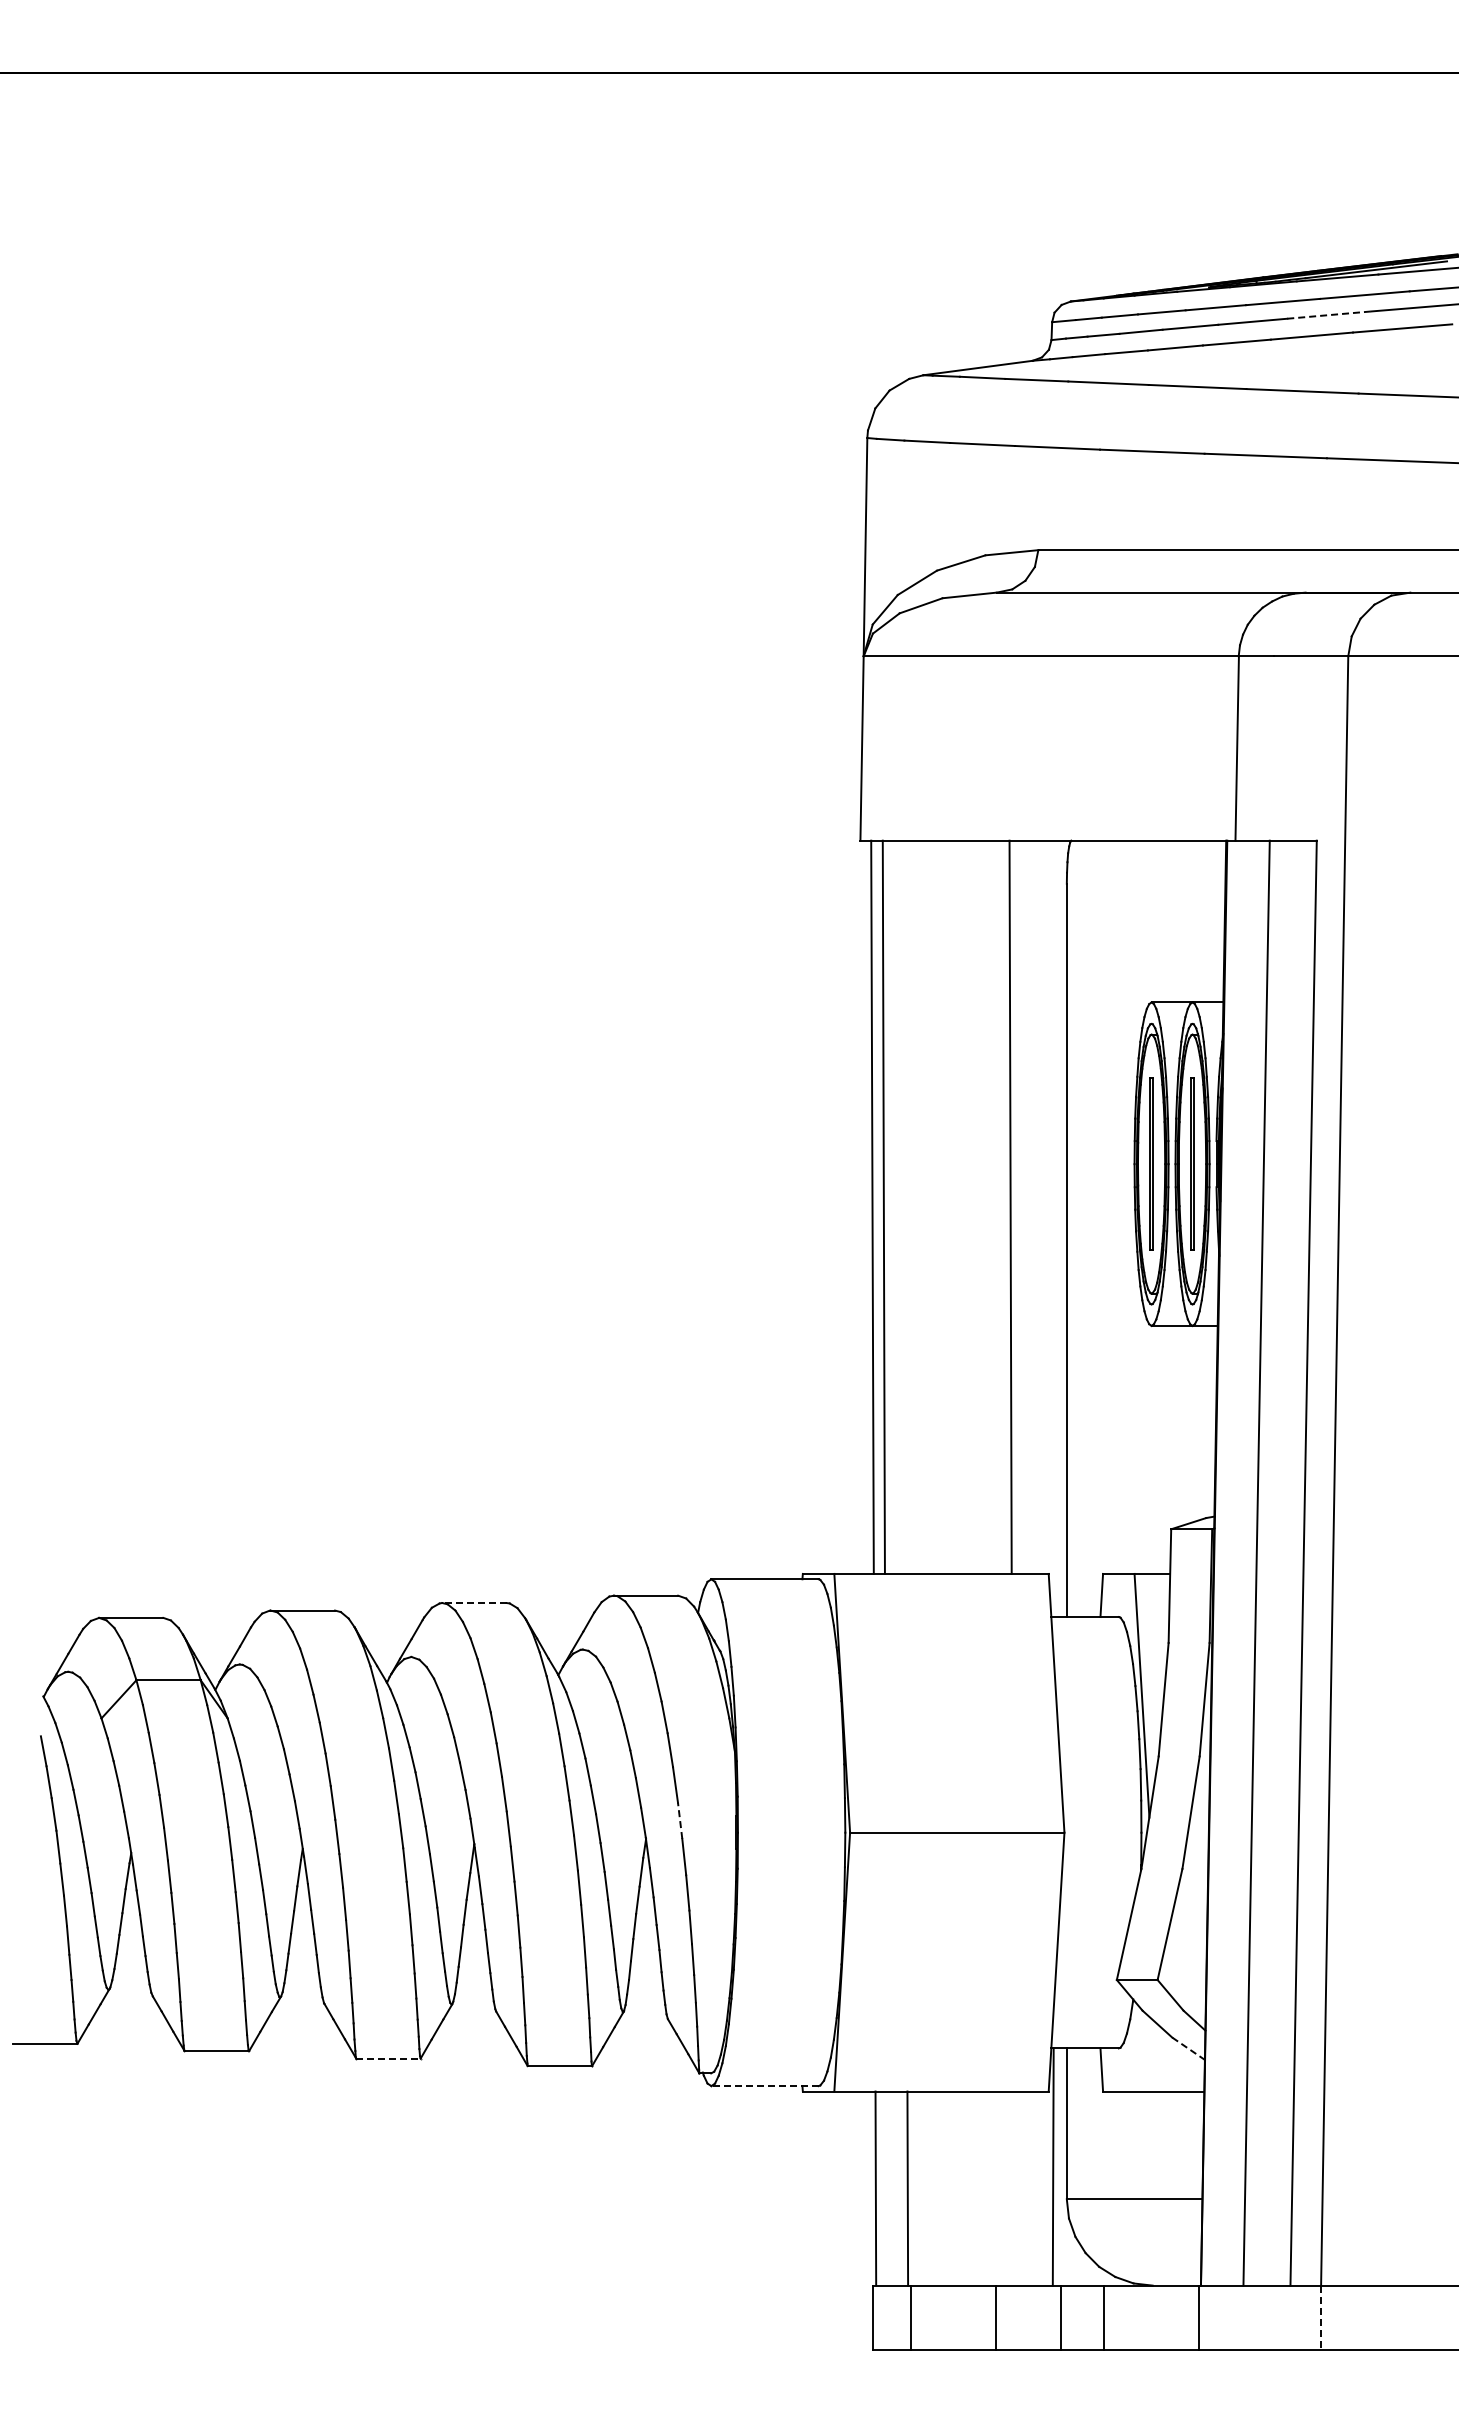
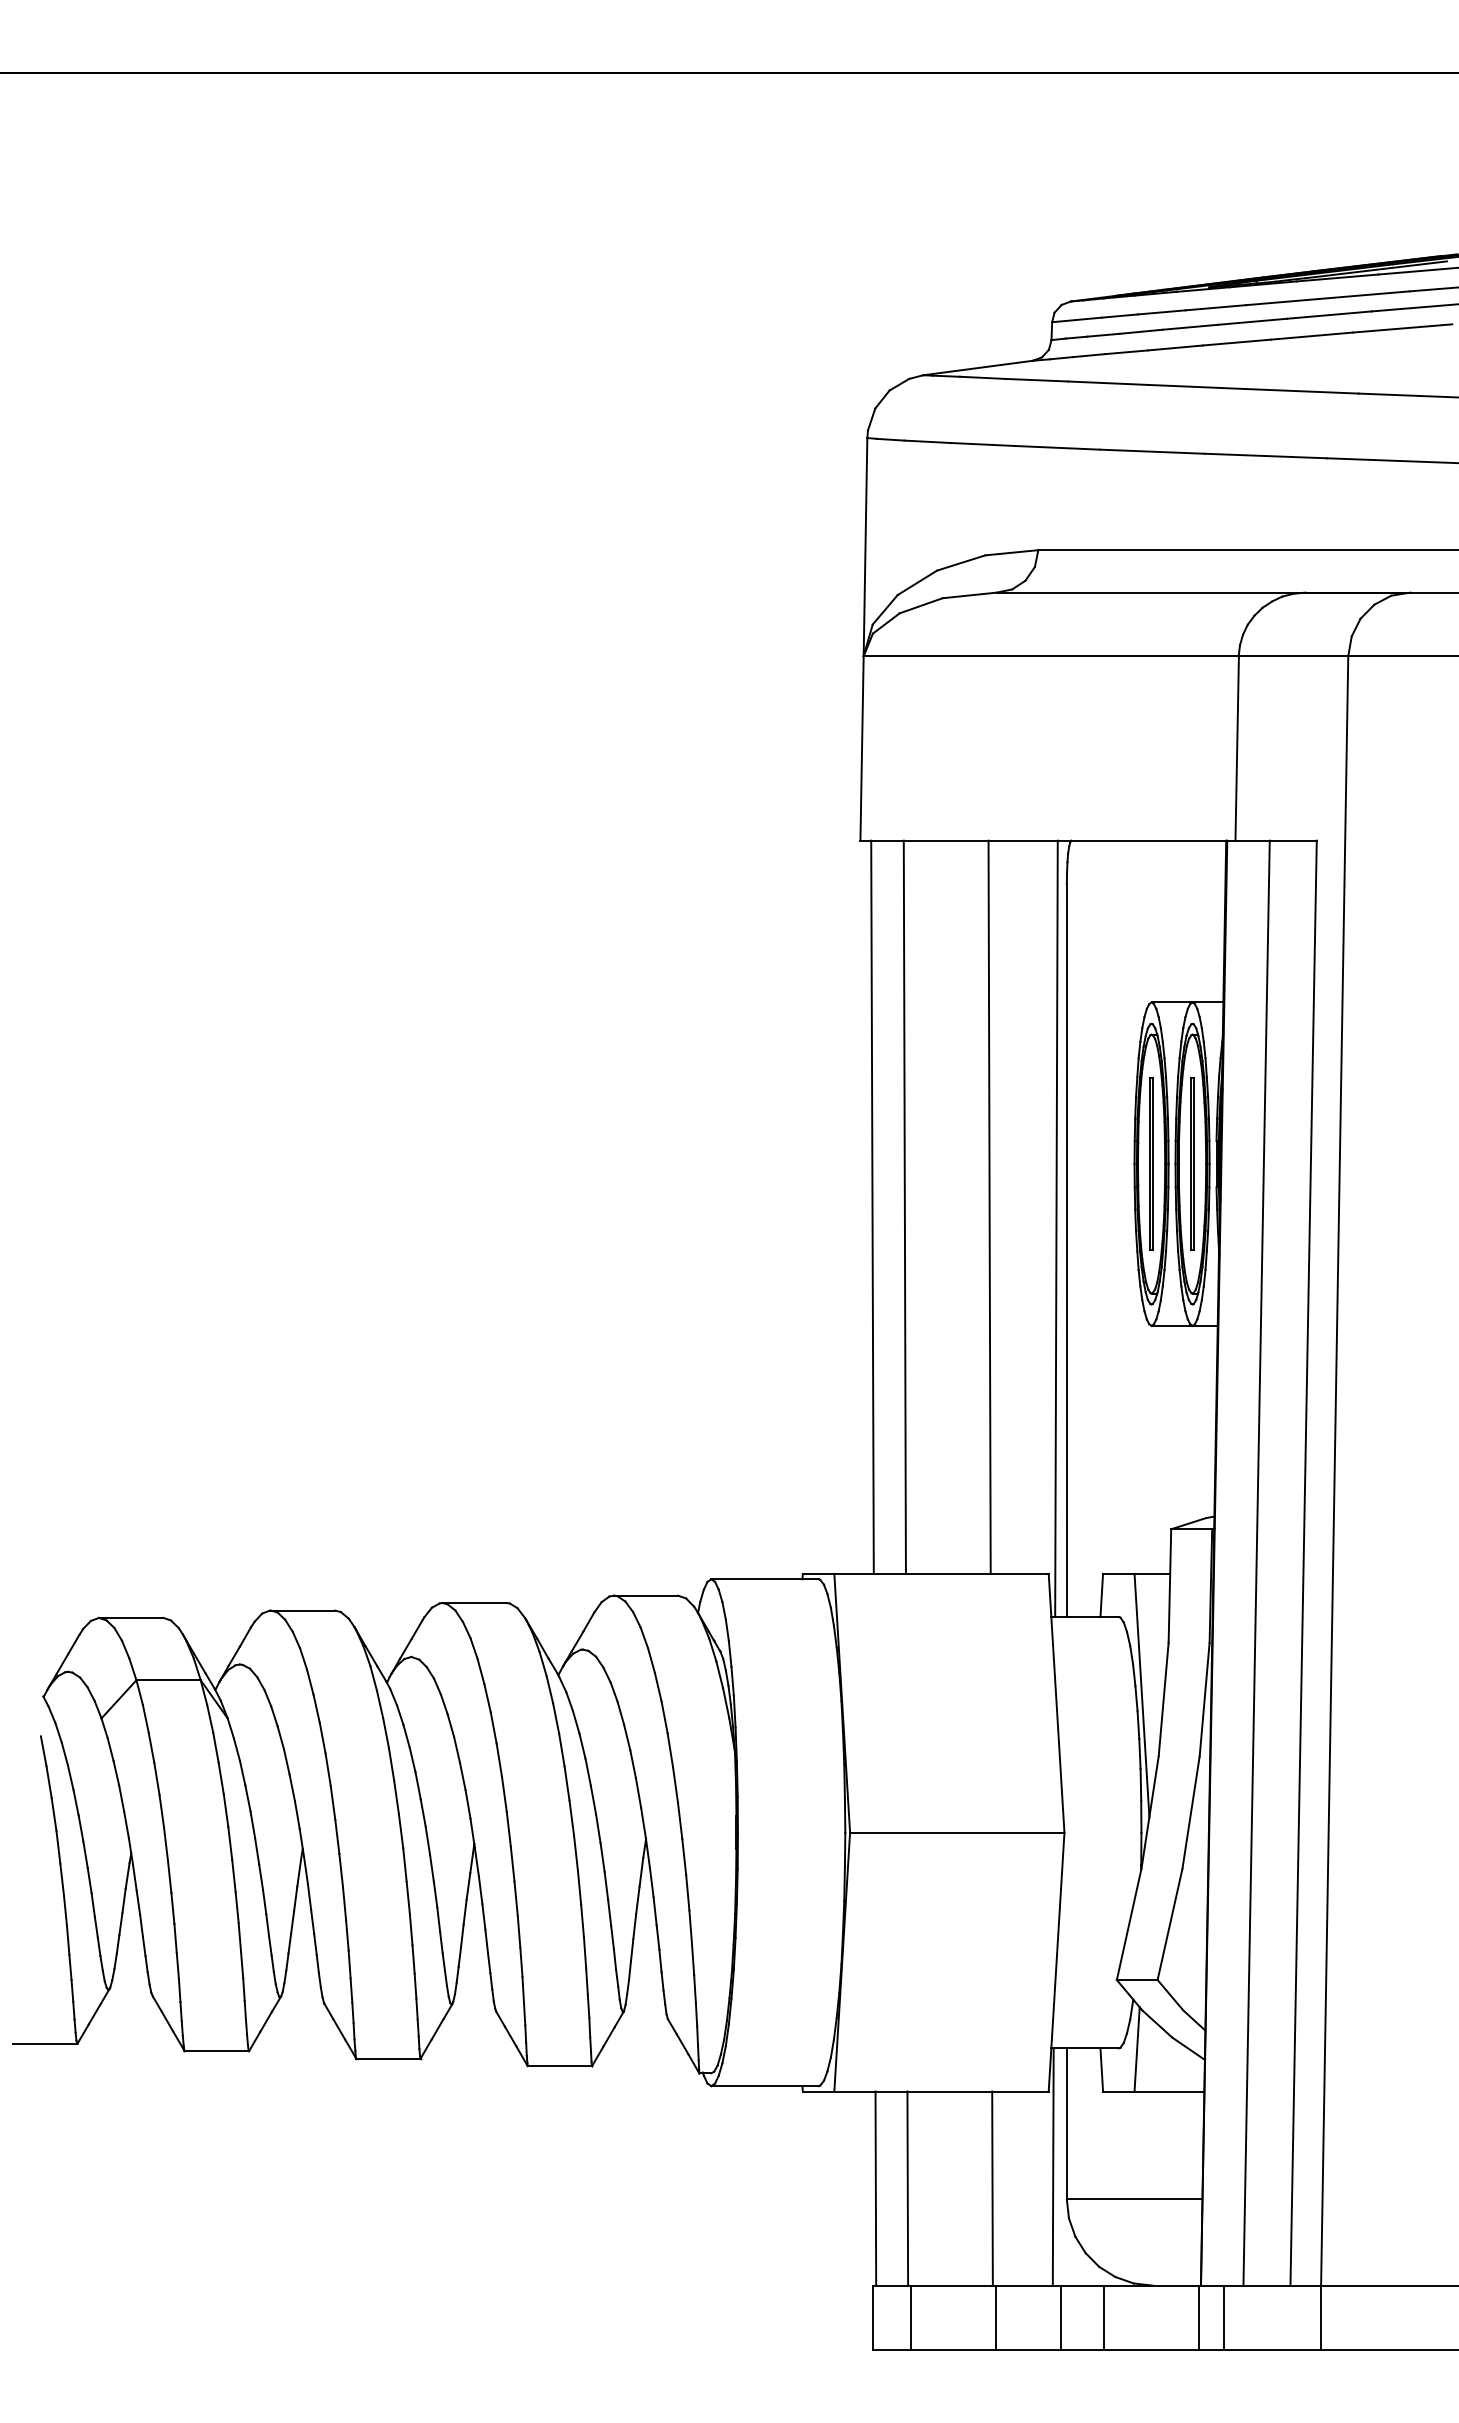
line at (1330, 315): dashed -> solid
line at (883, 1206) position: (883, 1206) -> (904, 1206)
line at (1010, 1206) position: (1010, 1206) -> (989, 1206)
line at (1056, 1228): none -> present
line at (473, 1603): dashed -> solid
line at (680, 1820): dashed -> solid
line at (1188, 2048): dashed -> solid
line at (1136, 2049): none -> present
line at (388, 2058): dashed -> solid
line at (765, 2086): dashed -> solid
line at (992, 2188): none -> present
line at (1224, 2317): none -> present
line at (1321, 2318): dashed -> solid
